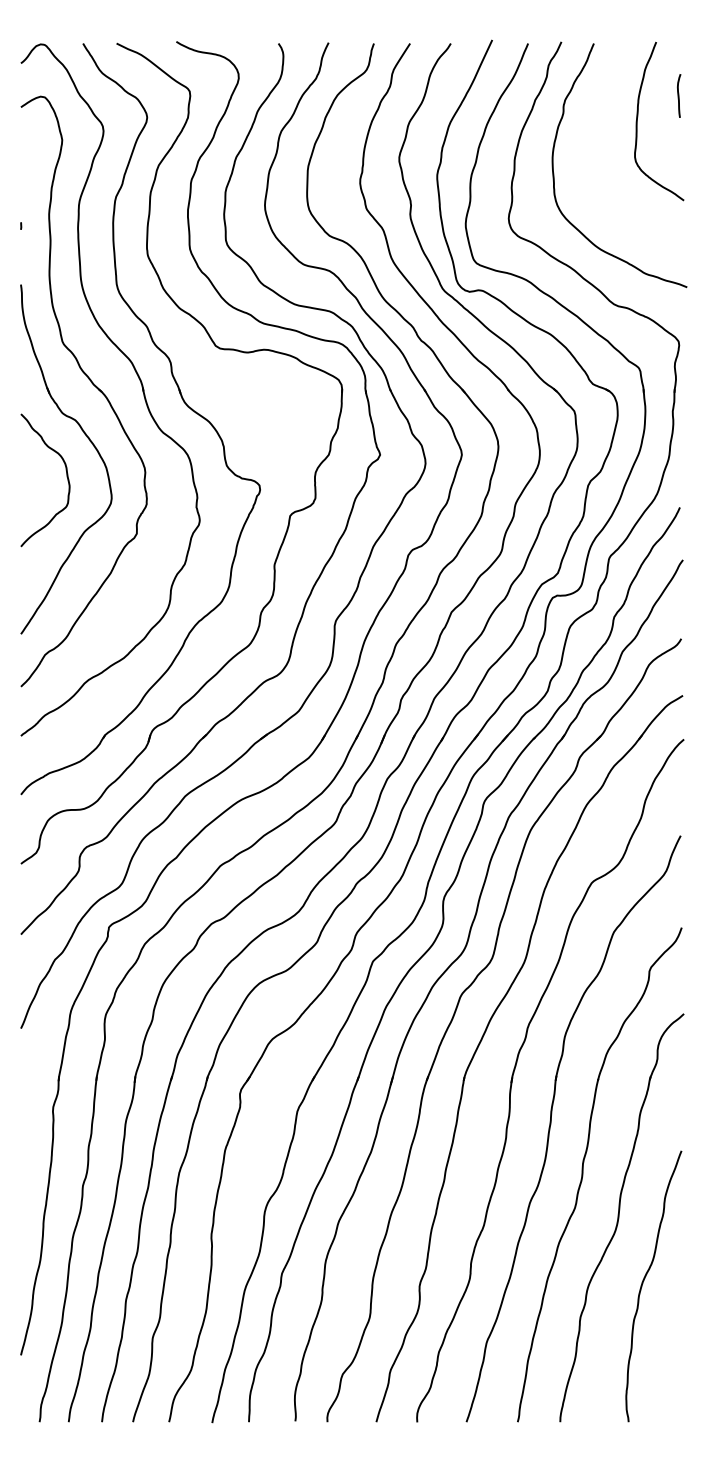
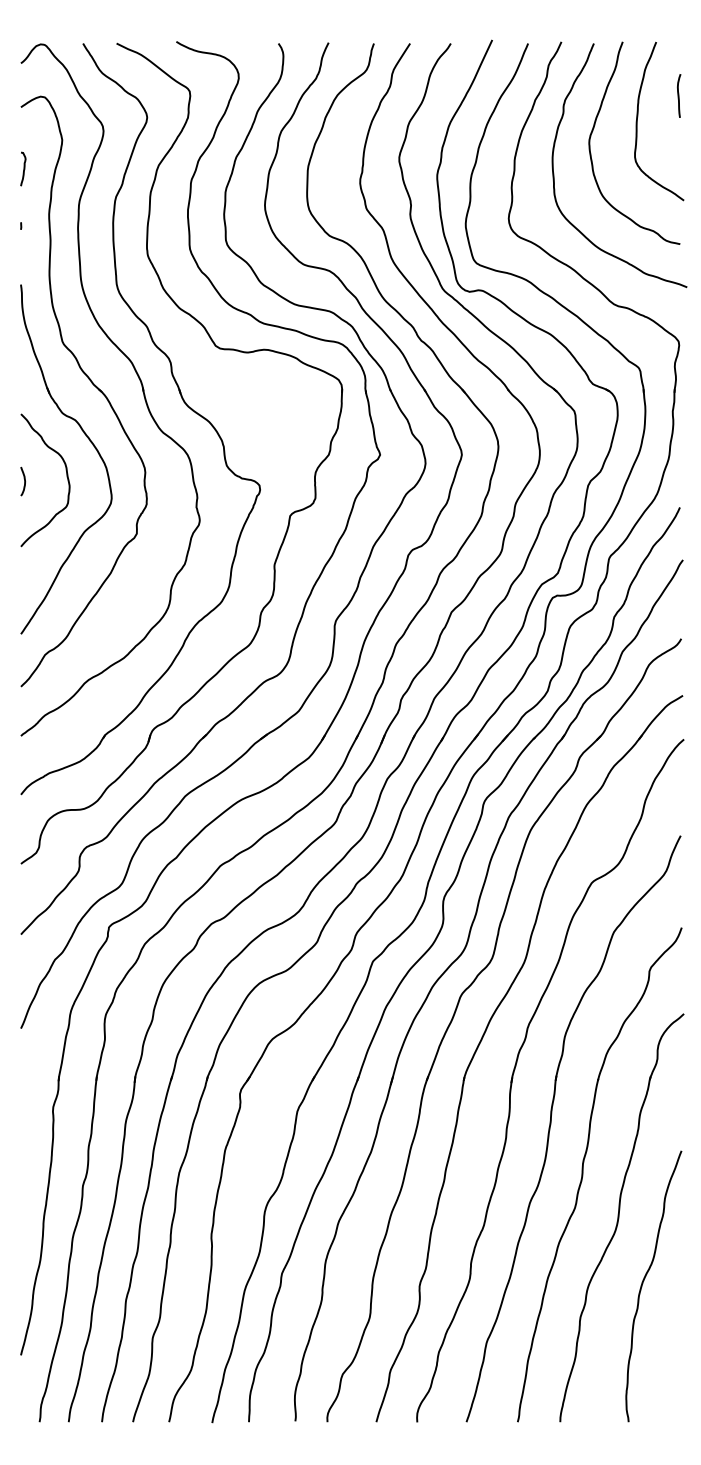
curve at (594, 128): none -> present
curve at (23, 168): none -> present
curve at (24, 481): none -> present
